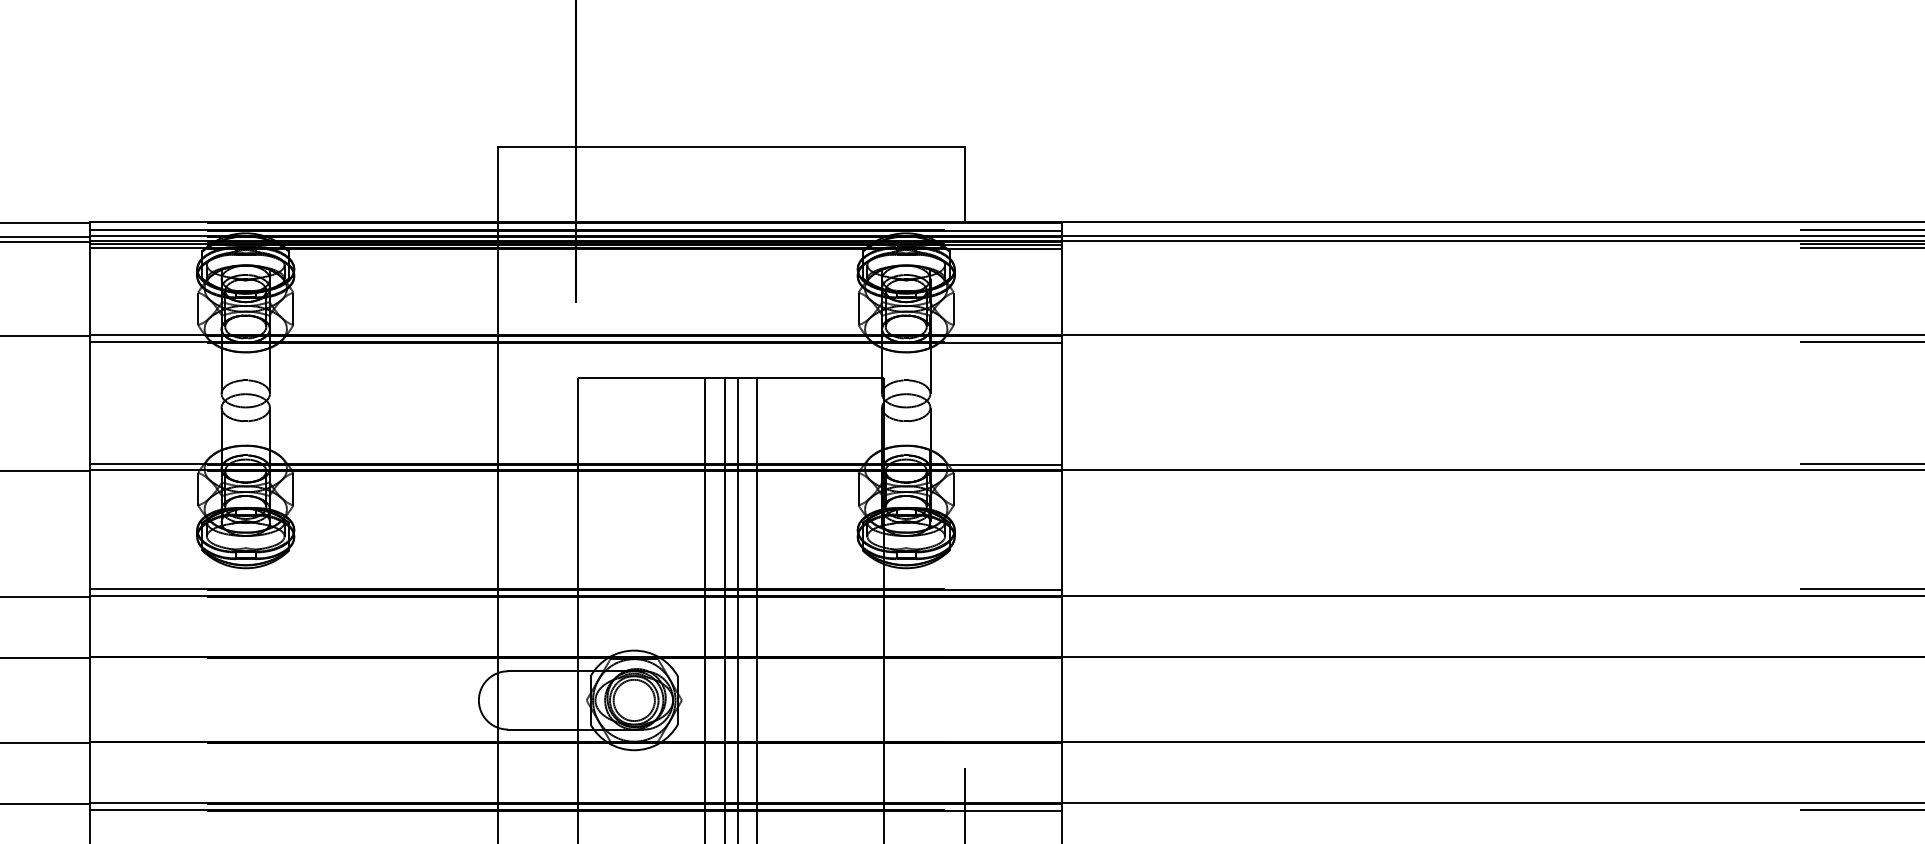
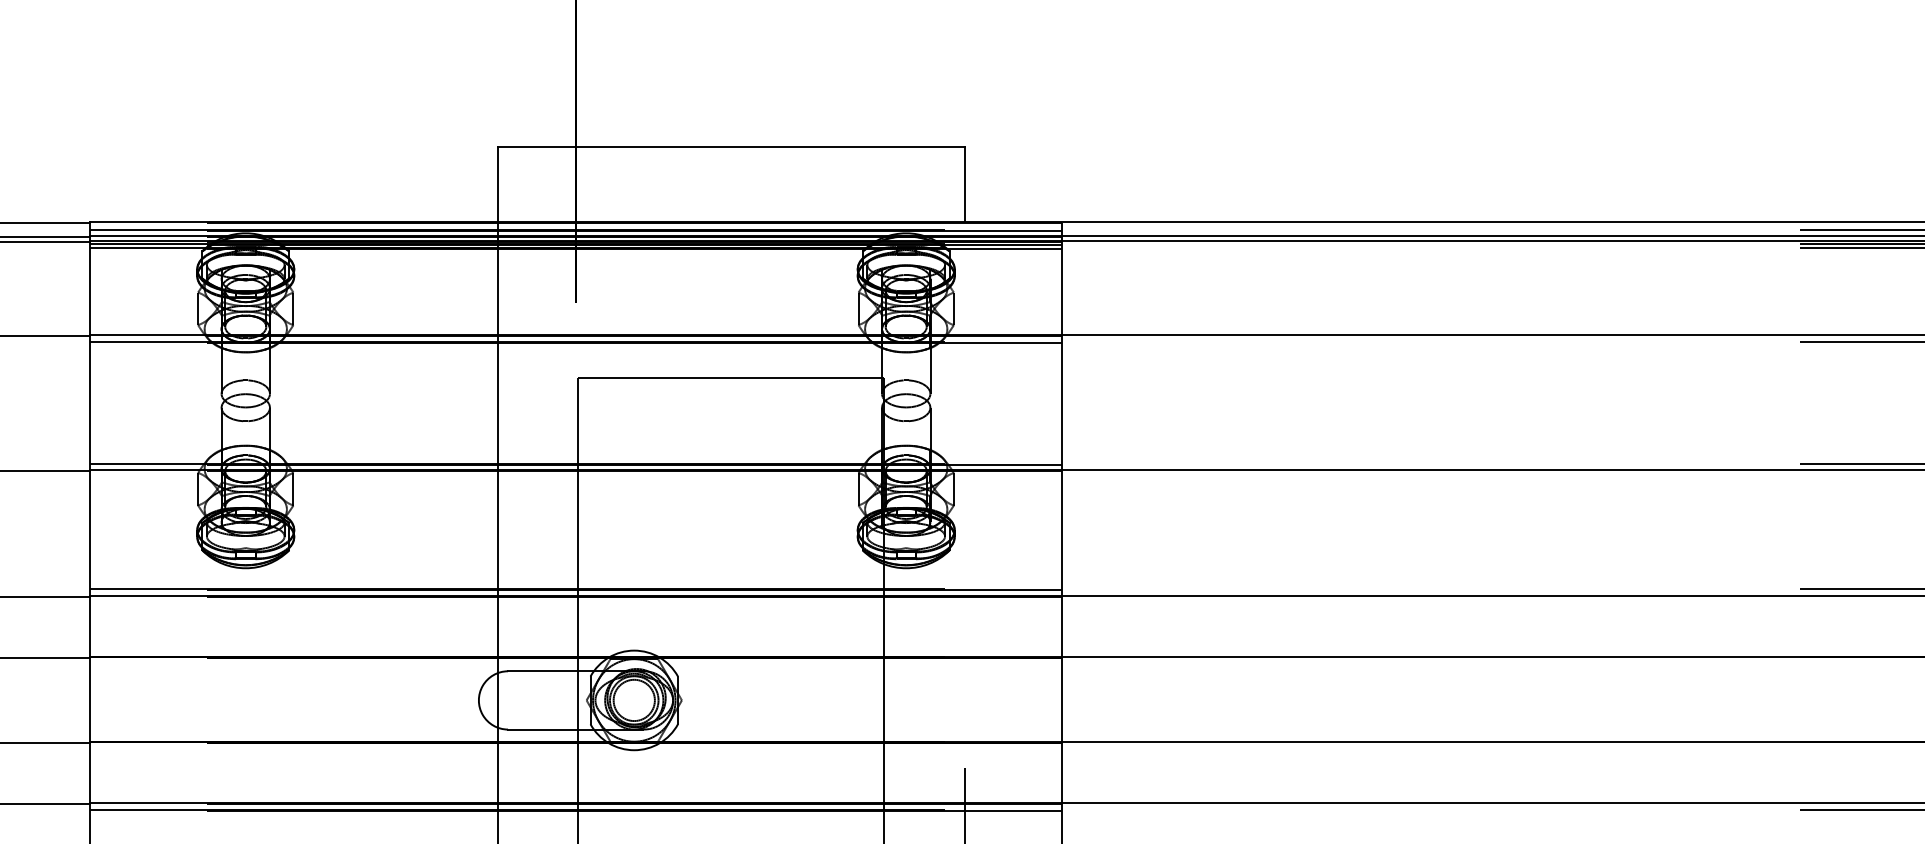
line at (705, 608): present -> none
line at (724, 608): present -> none
line at (738, 608): present -> none
line at (757, 608): present -> none
